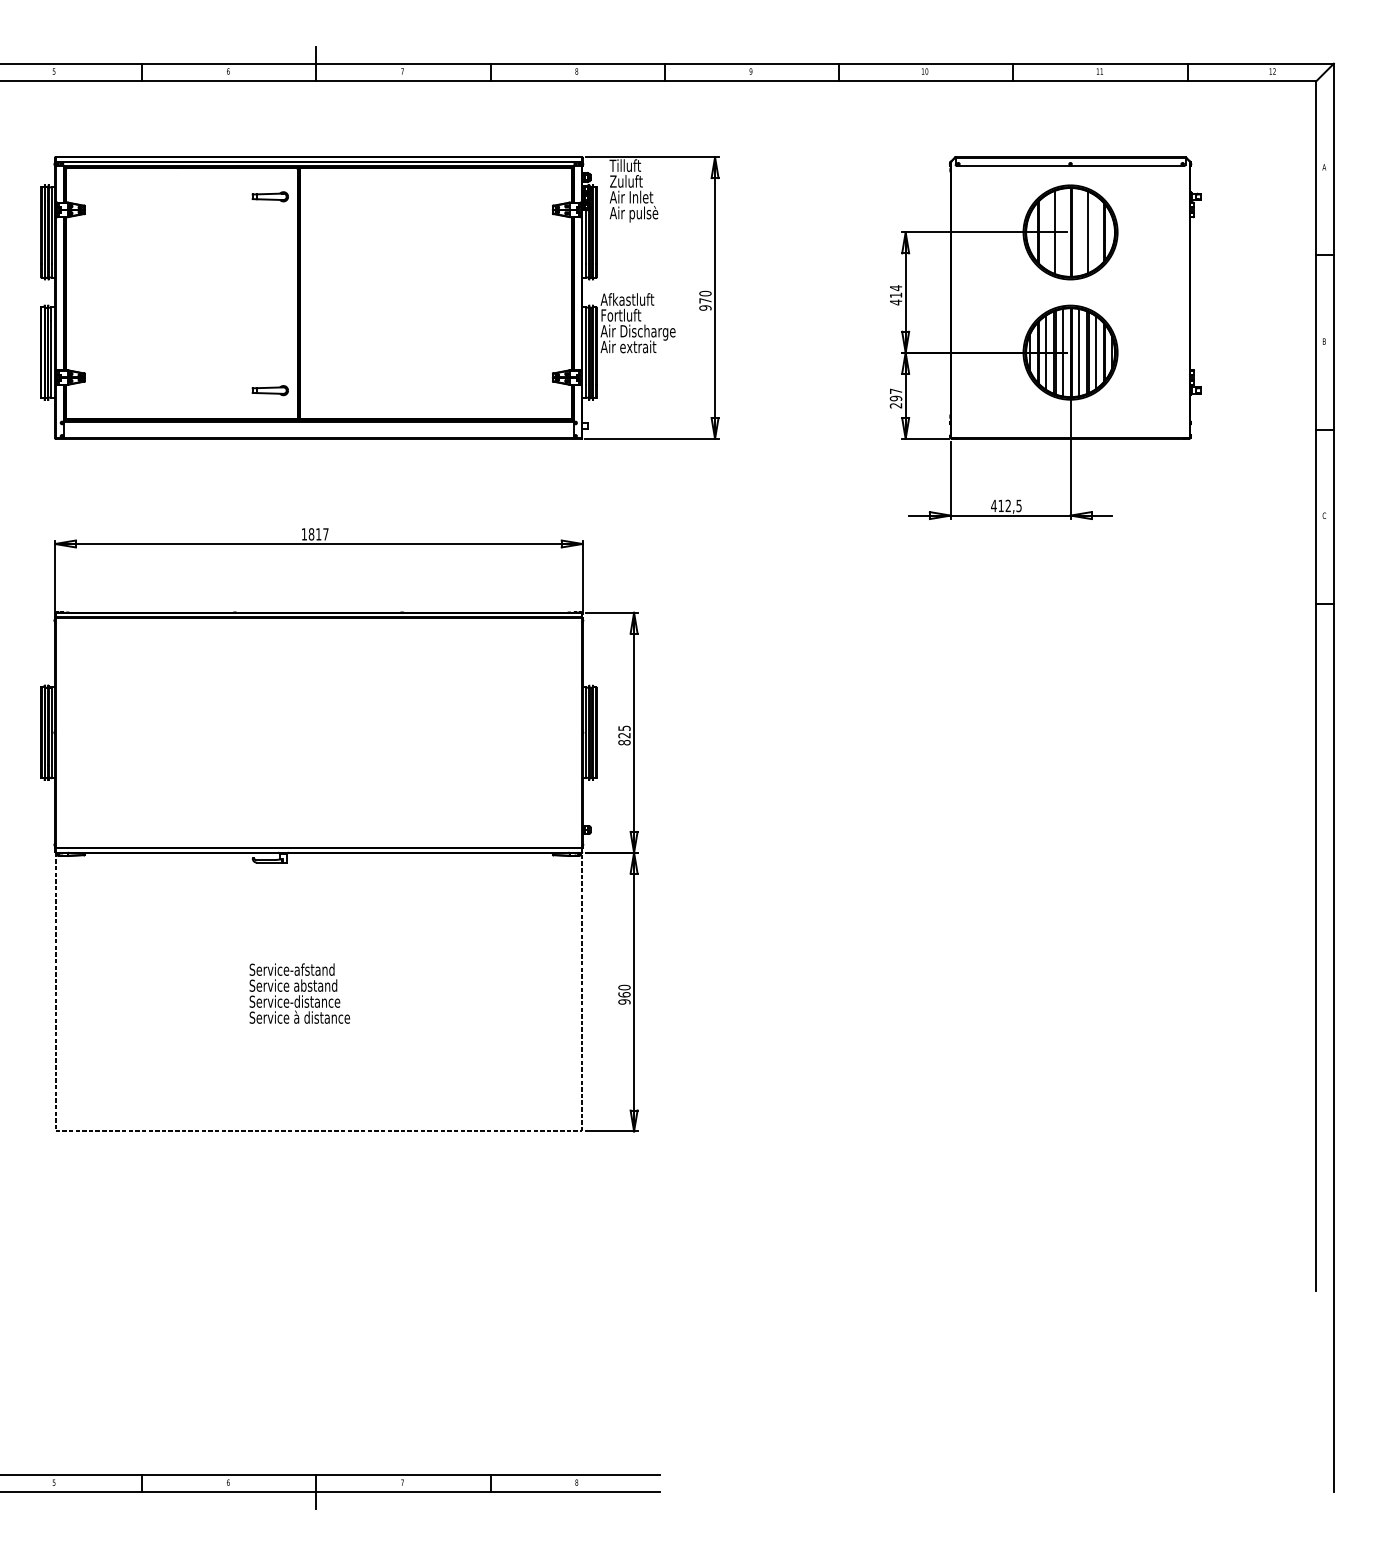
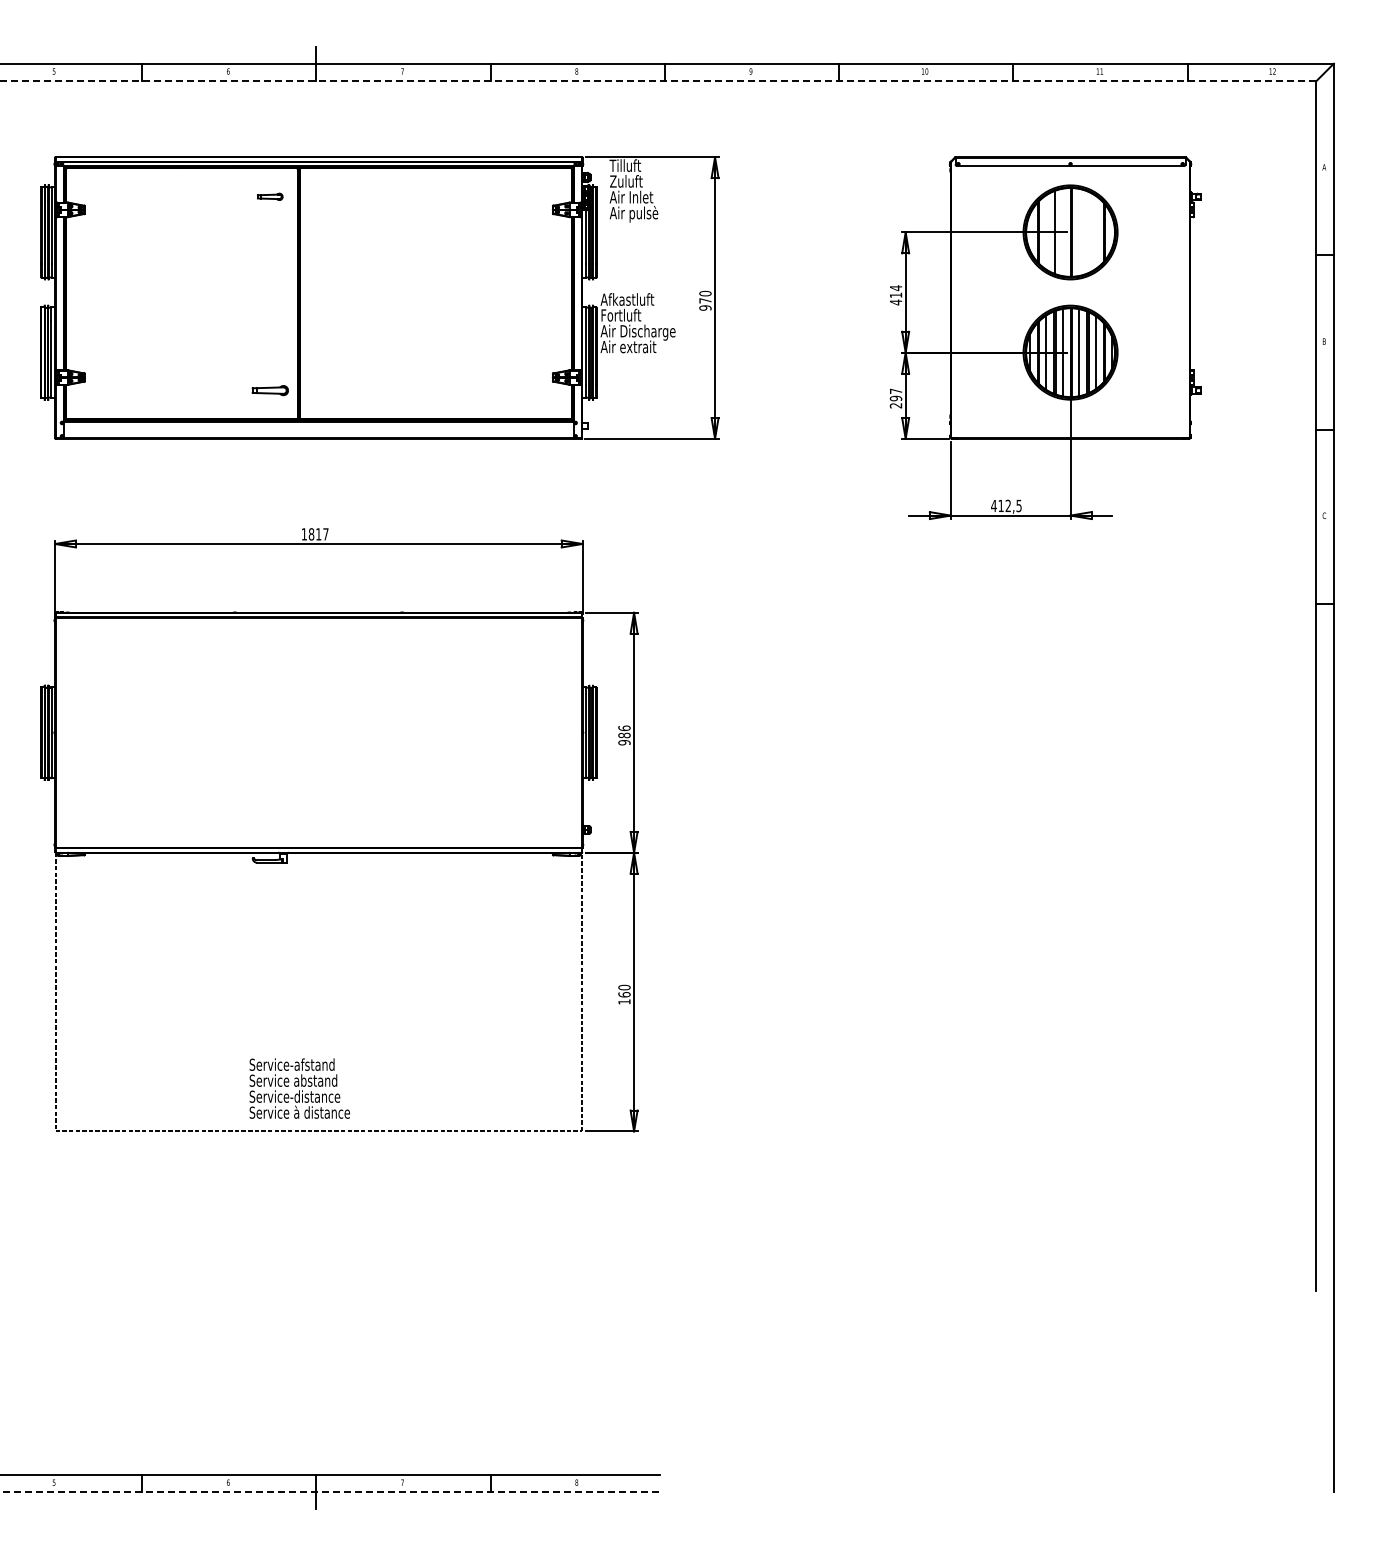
line at (657, 81): solid -> dashed
part at (269, 196) size: 38x12 px -> 27x9 px
line at (1088, 232): present -> none
text at (624, 735): 825 -> 986
text at (299, 993) position: (299, 993) -> (299, 1088)
text at (624, 1001): 960 -> 160
line at (330, 1492): solid -> dashed
